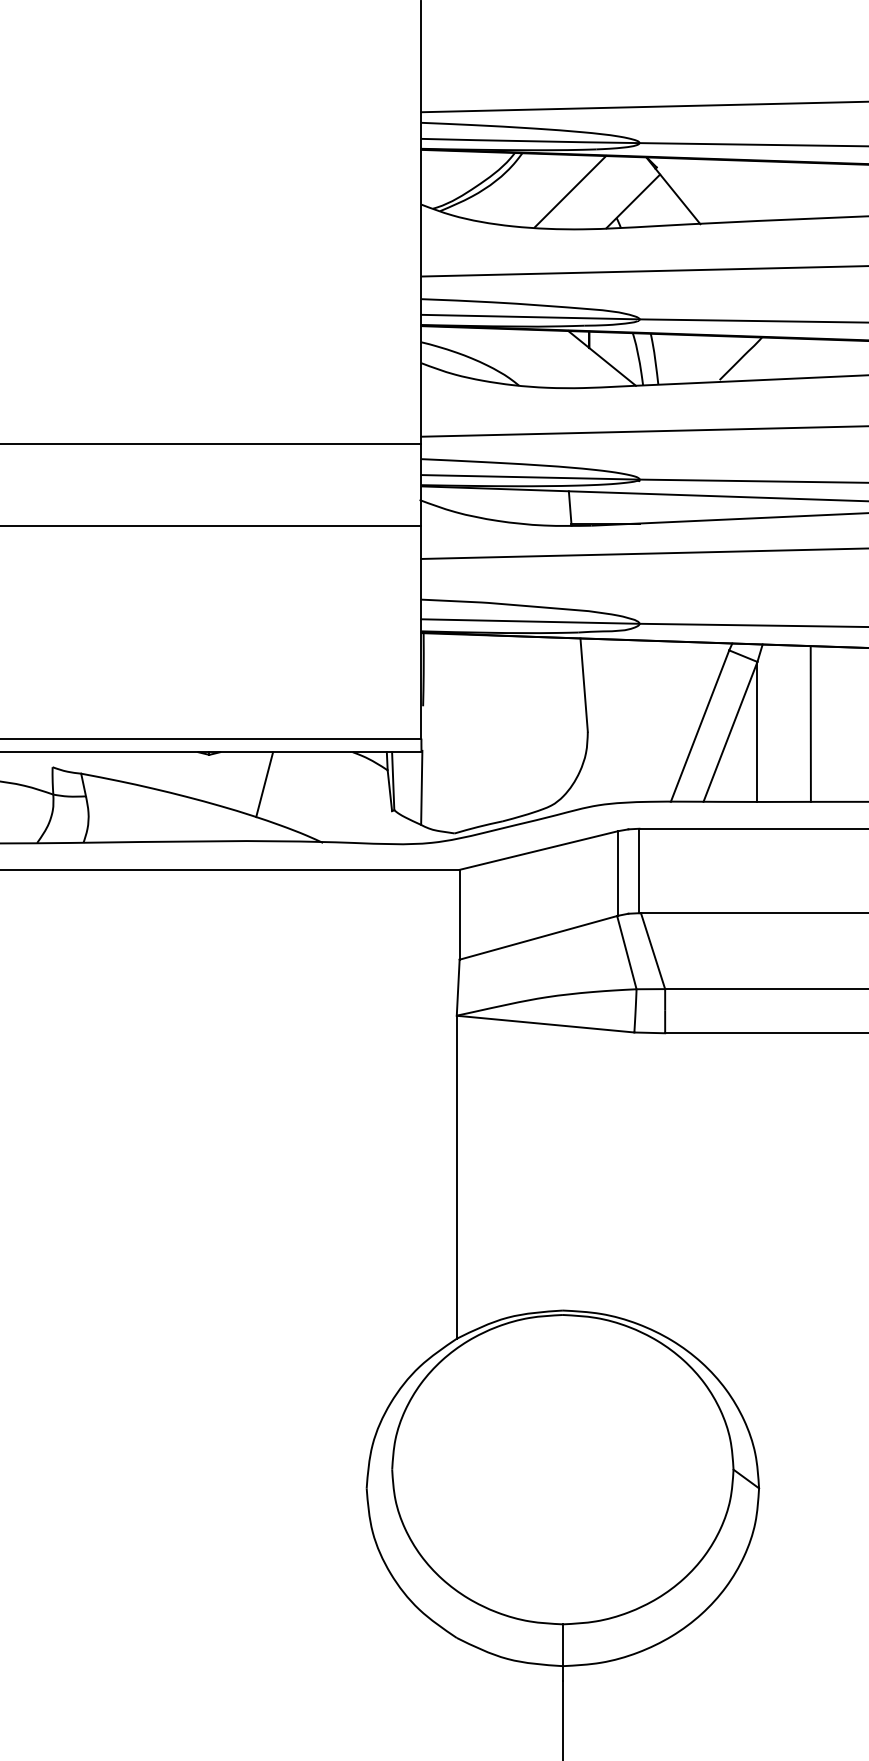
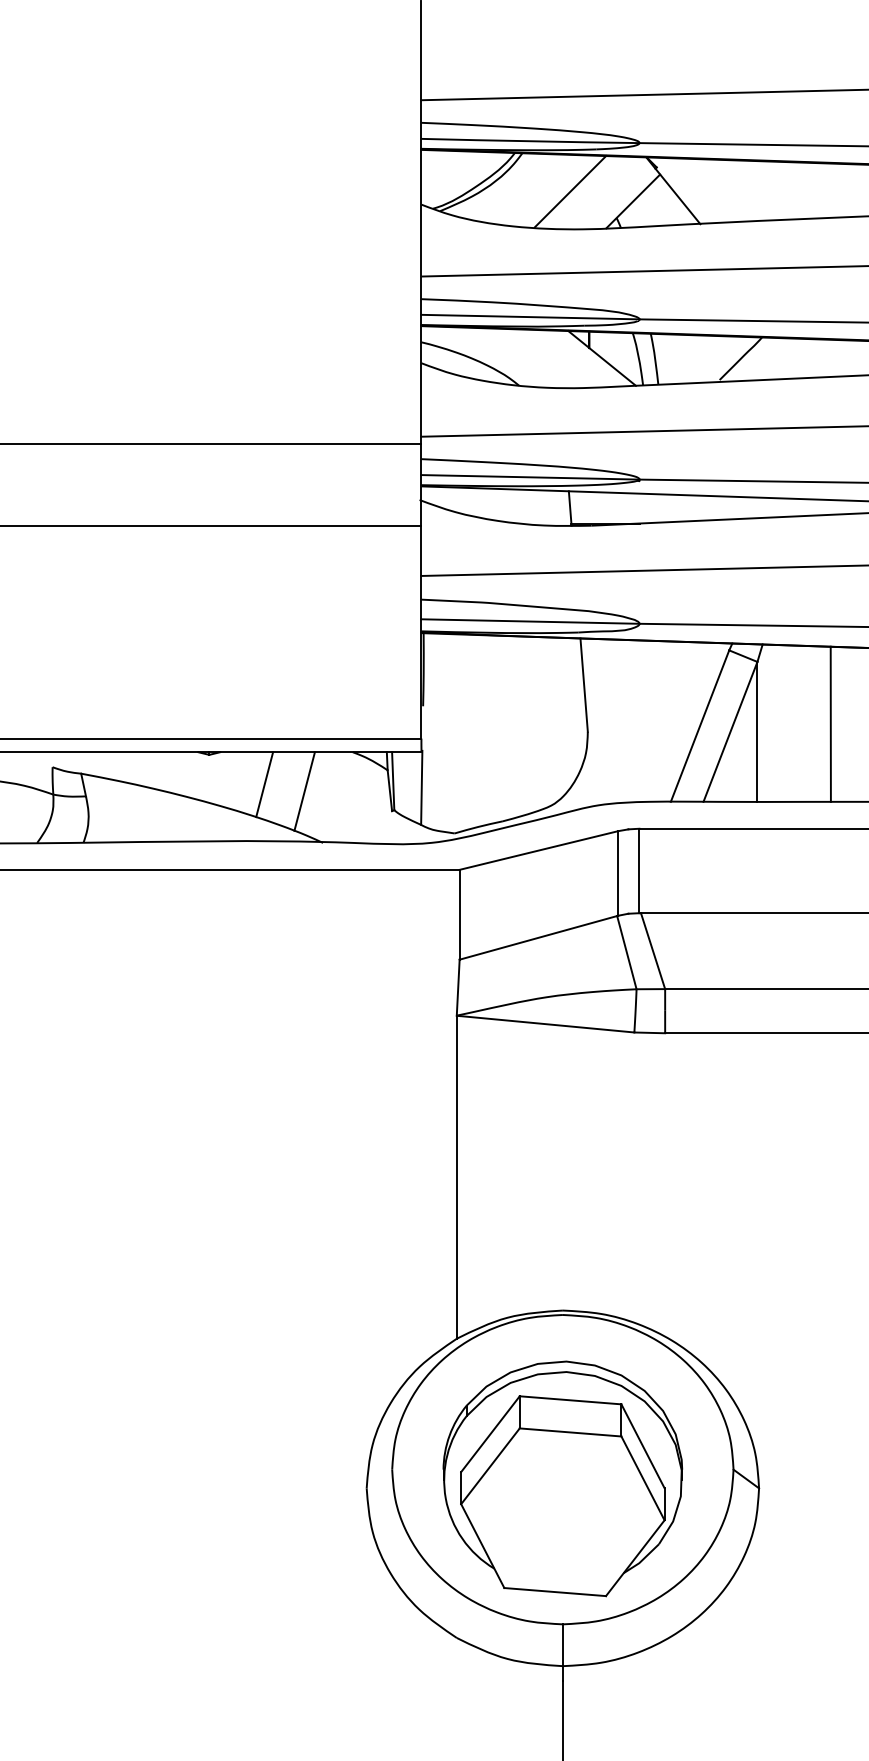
line at (643, 106) position: (643, 106) -> (643, 94)
line at (643, 553) position: (643, 553) -> (643, 570)
line at (810, 723) position: (810, 723) -> (830, 723)
line at (304, 791): none -> present
part at (562, 1478): none -> present
